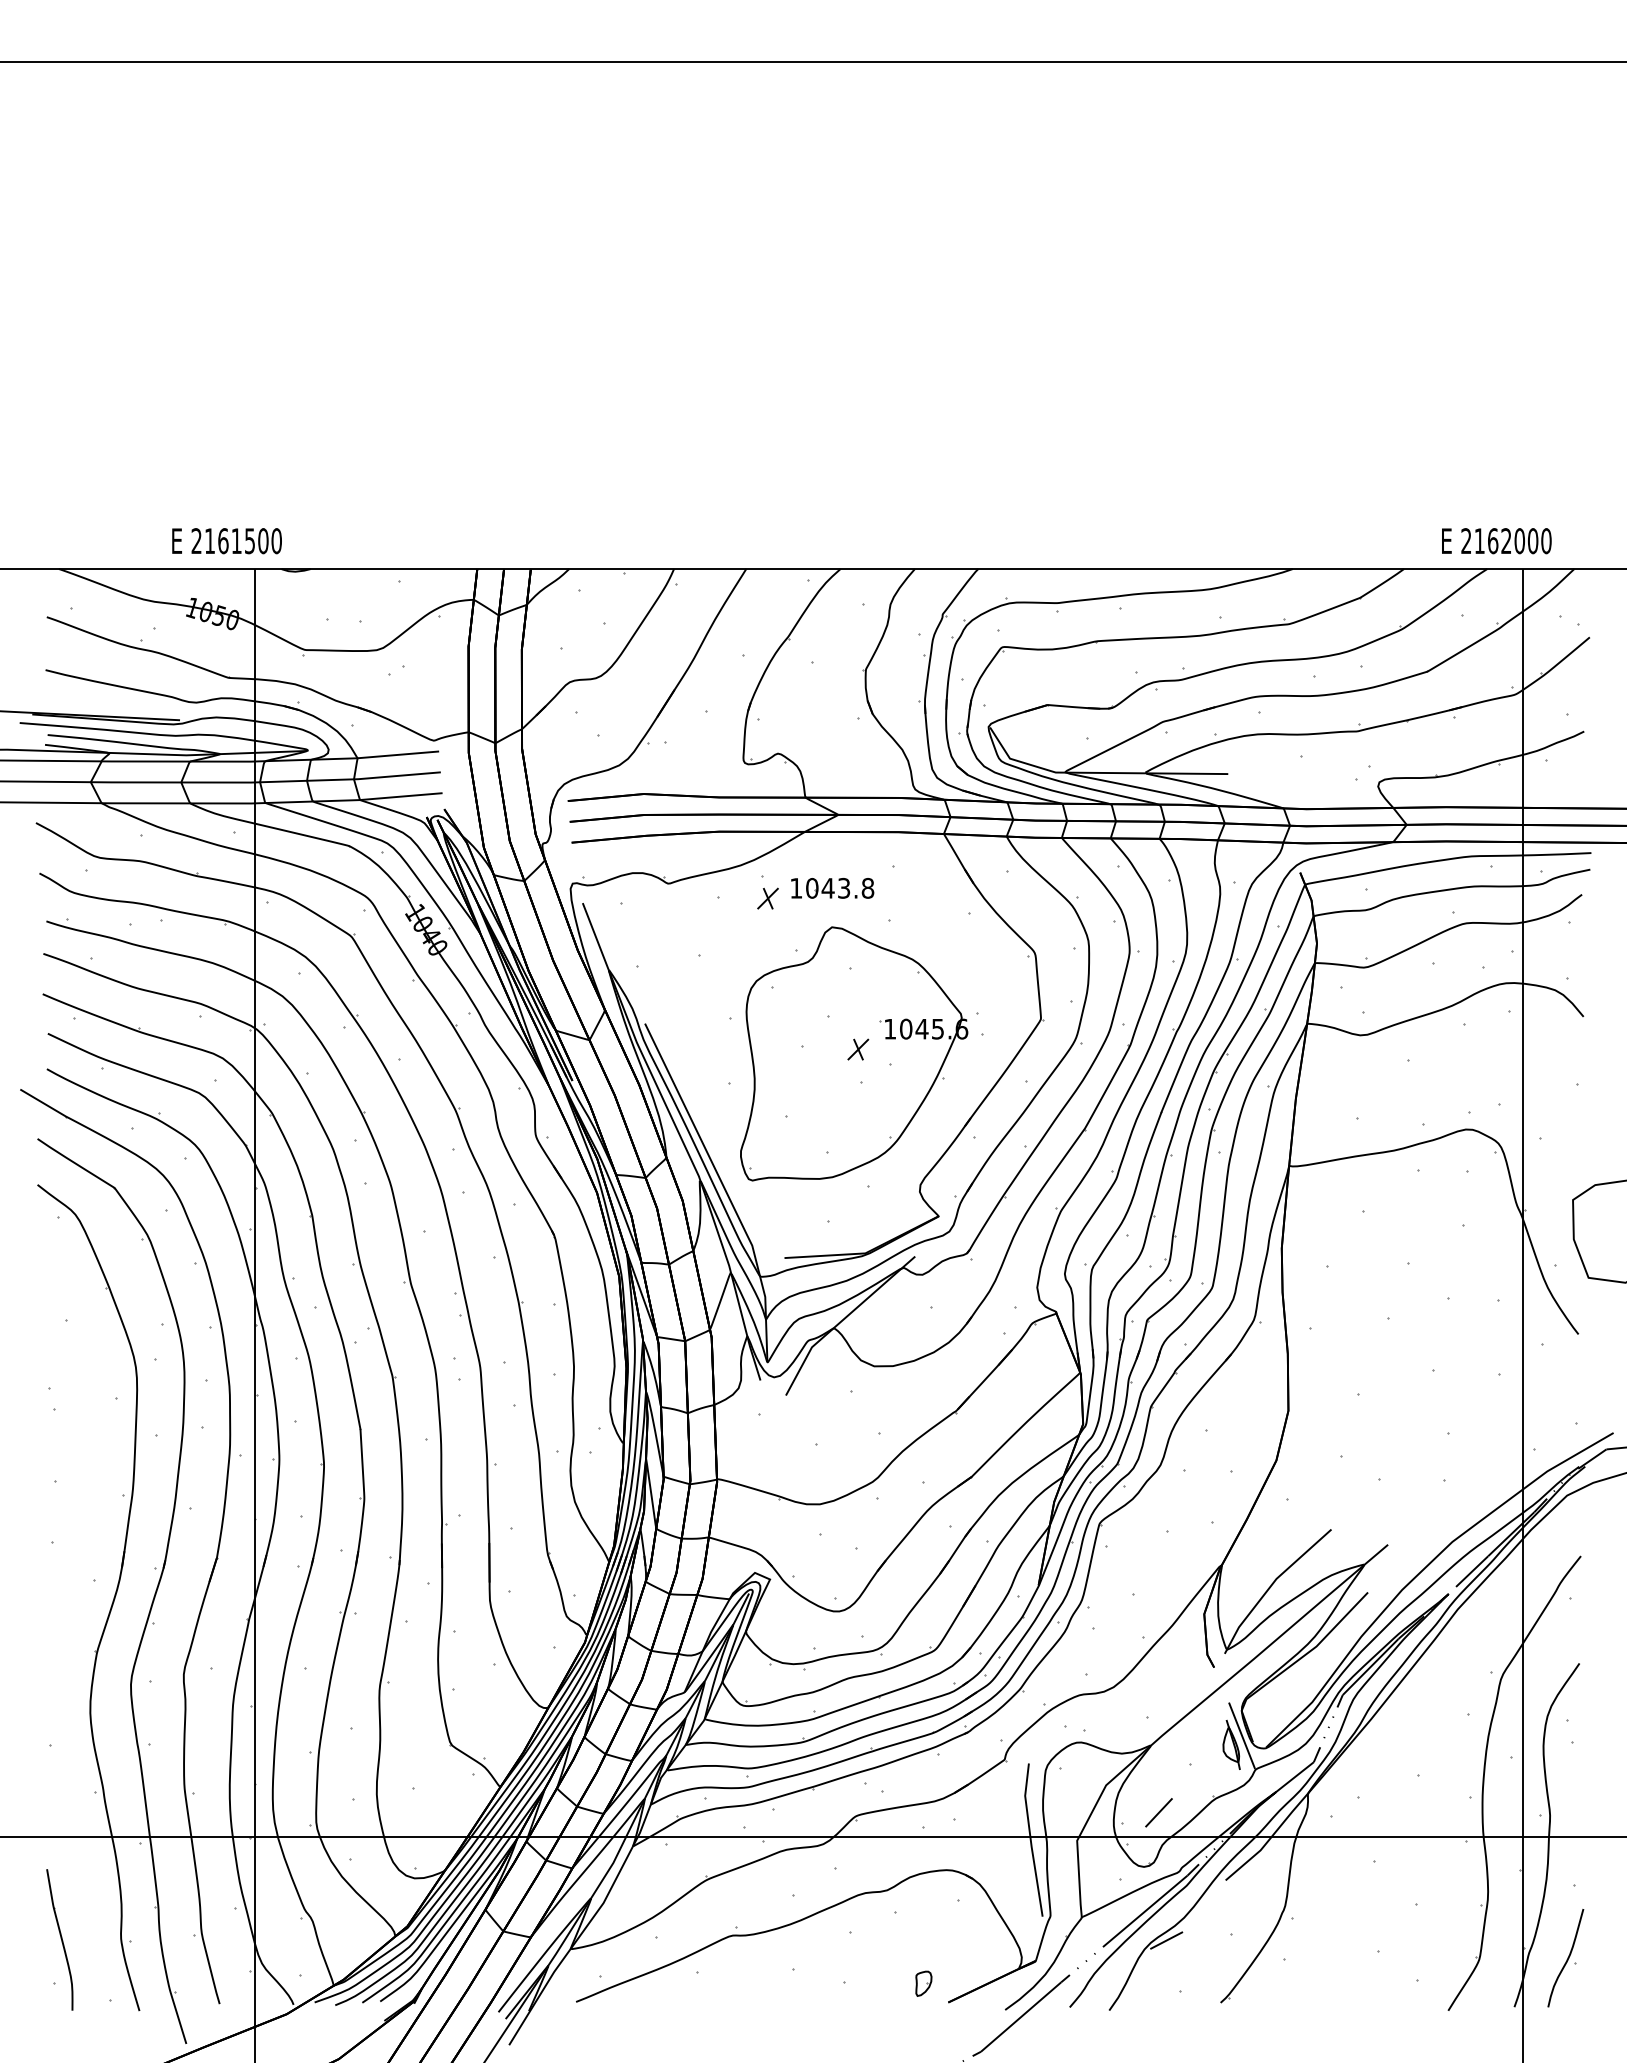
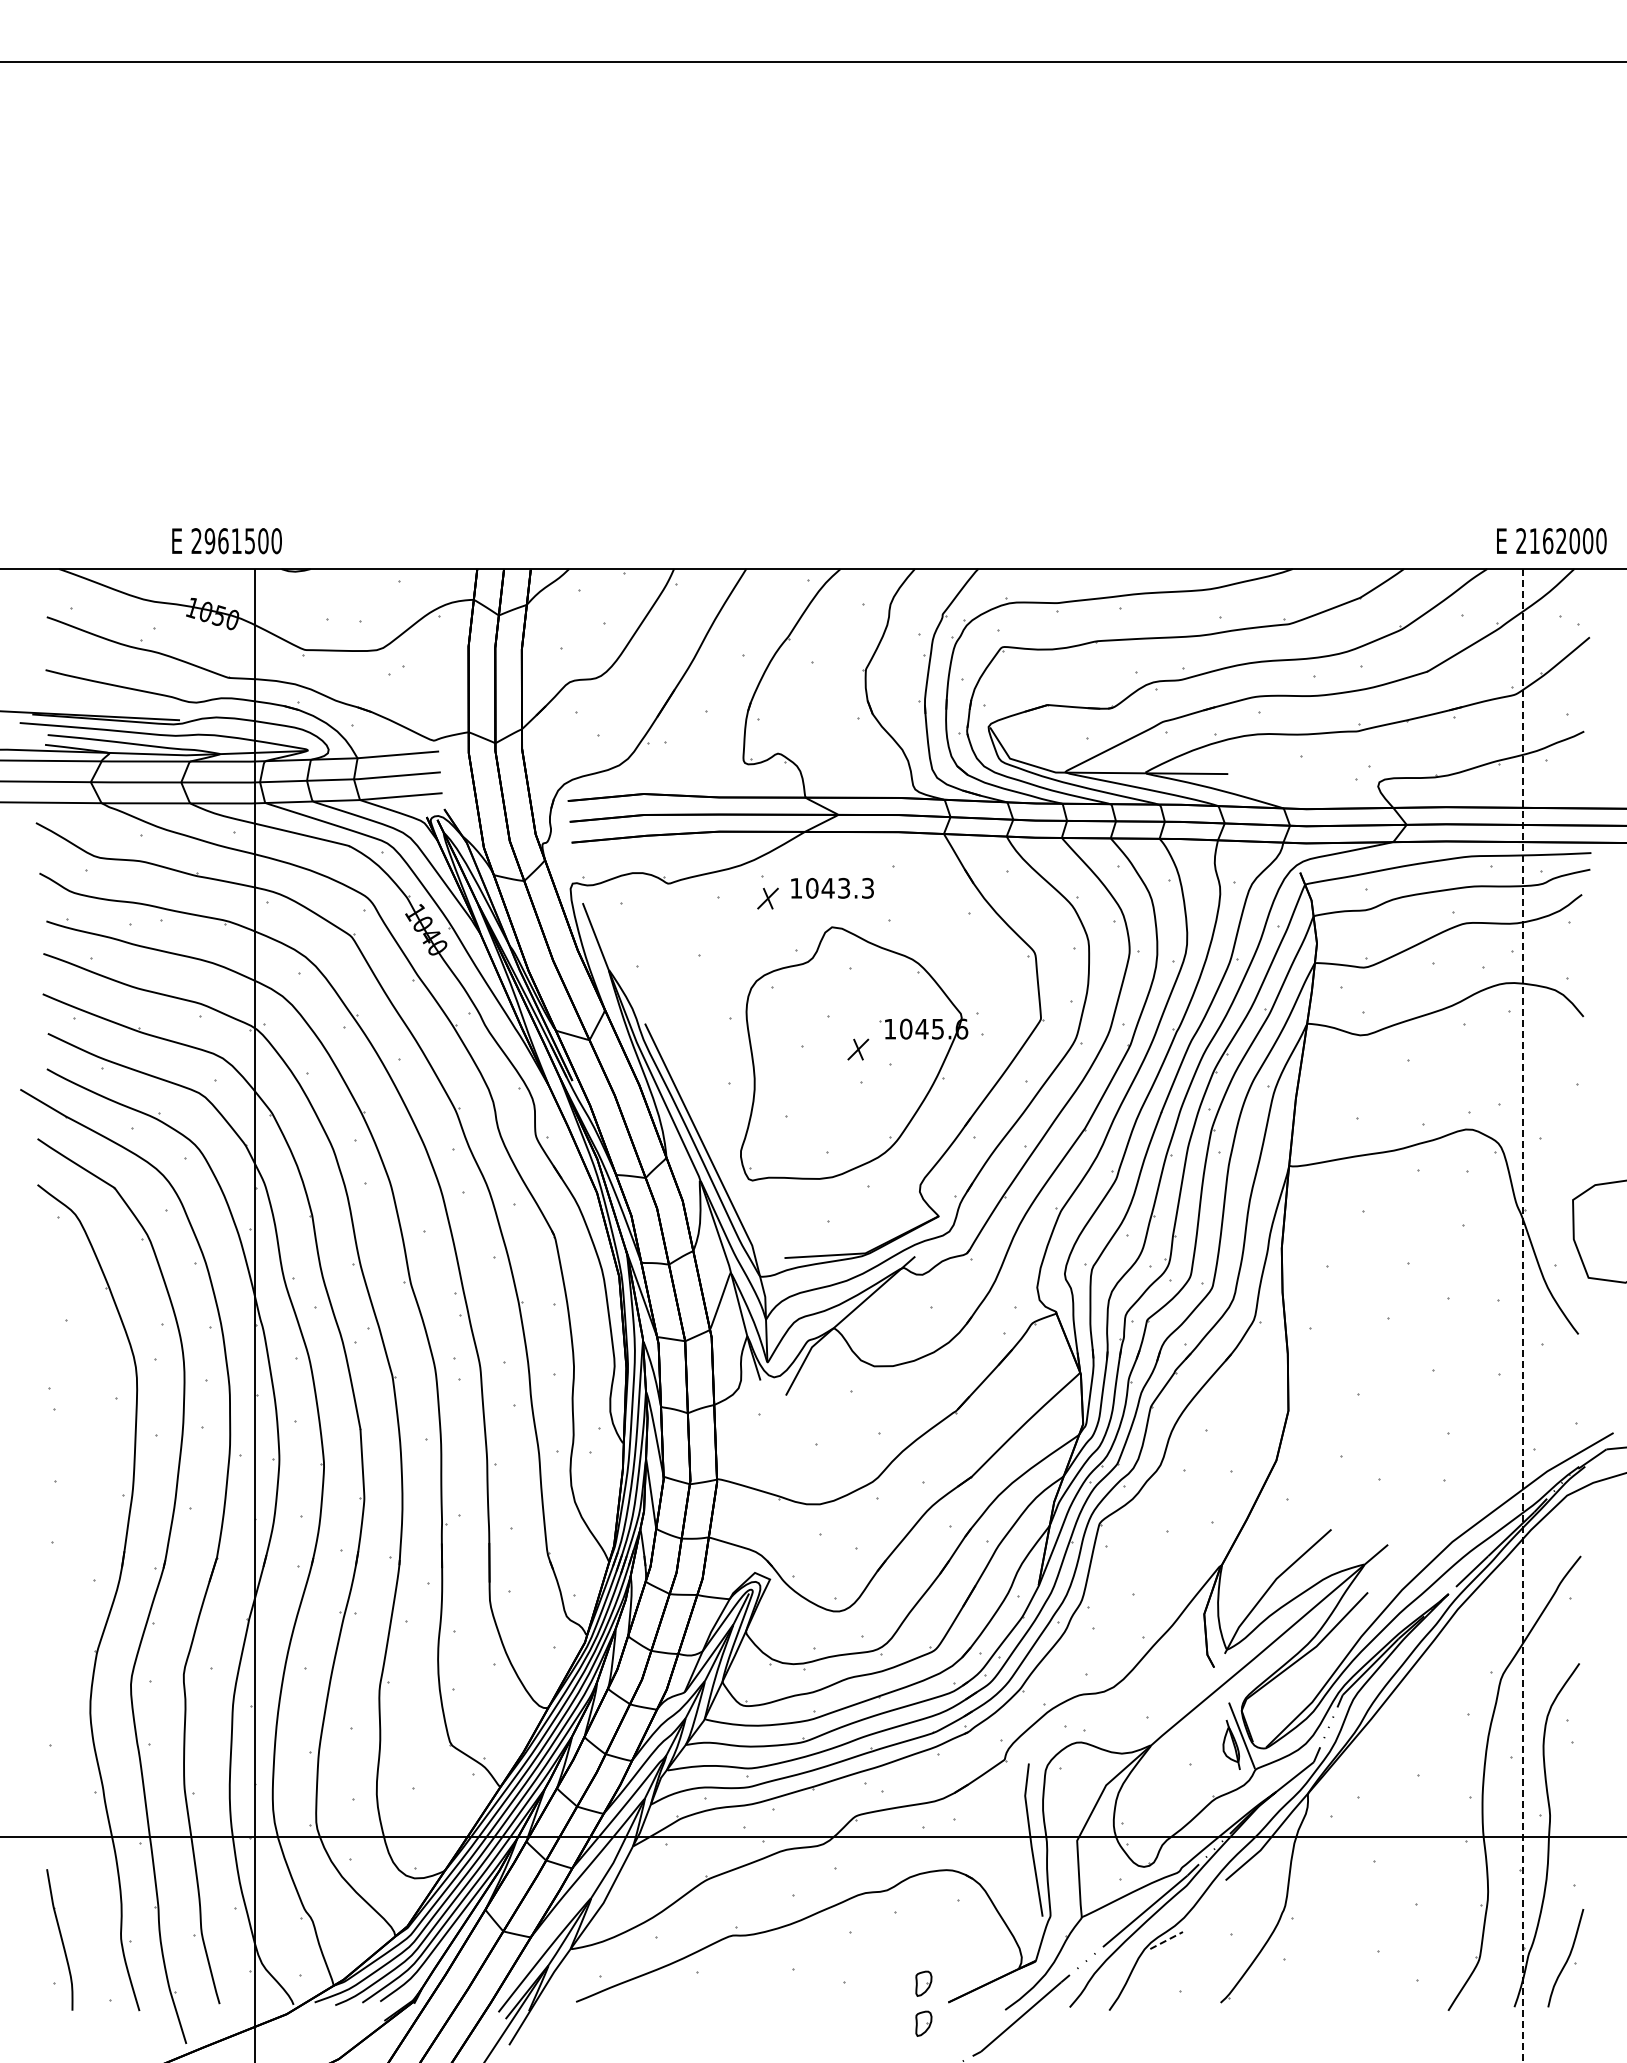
text at (209, 541): 2161500 -> 2961500
text at (1496, 541) position: (1496, 541) -> (1551, 541)
text at (867, 888): 1043.8 -> 1043.3
line at (1522, 1316): solid -> dashed
line at (1158, 1812): present -> none
line at (1167, 1940): solid -> dashed
part at (923, 2023): none -> present
